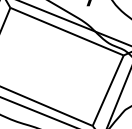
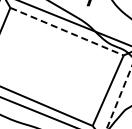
line at (67, 31): solid -> dashed
line at (119, 97): solid -> dashed
